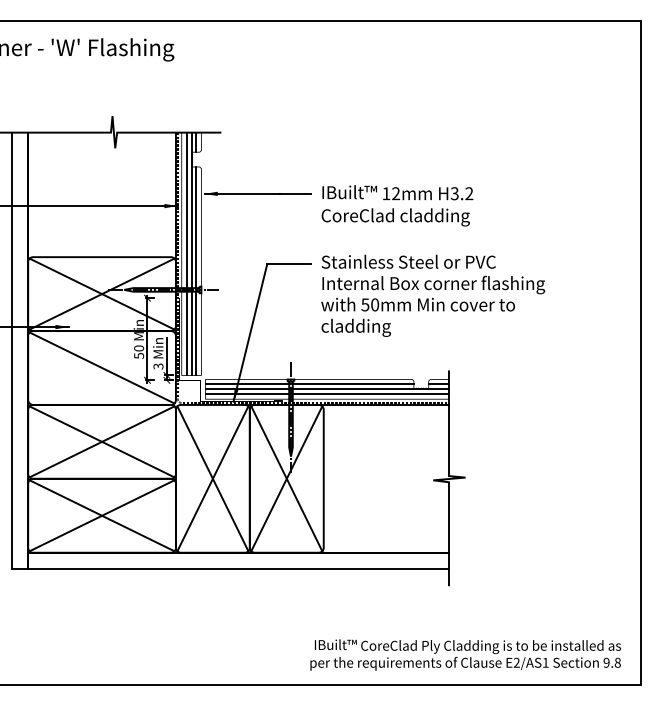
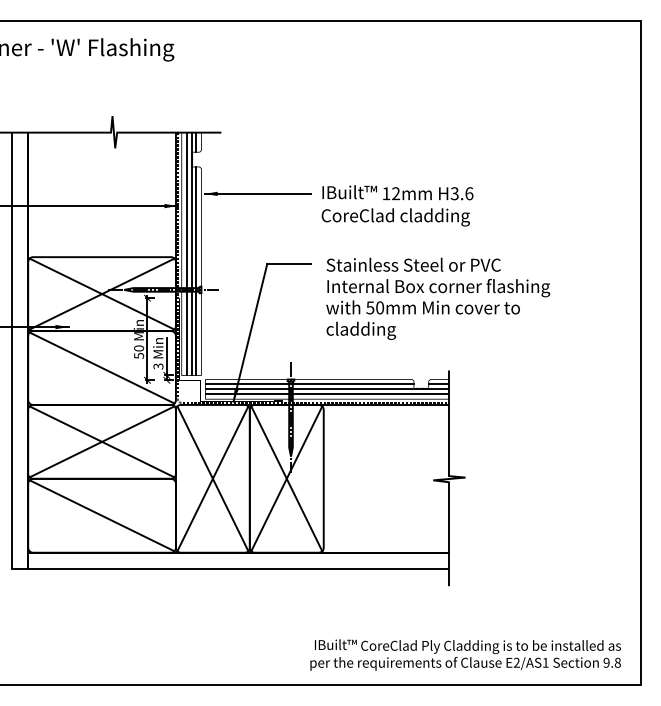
text at (469, 193): H3.2 -> H3.6
text at (433, 295) position: (433, 295) -> (438, 298)
line at (101, 515): present -> none
